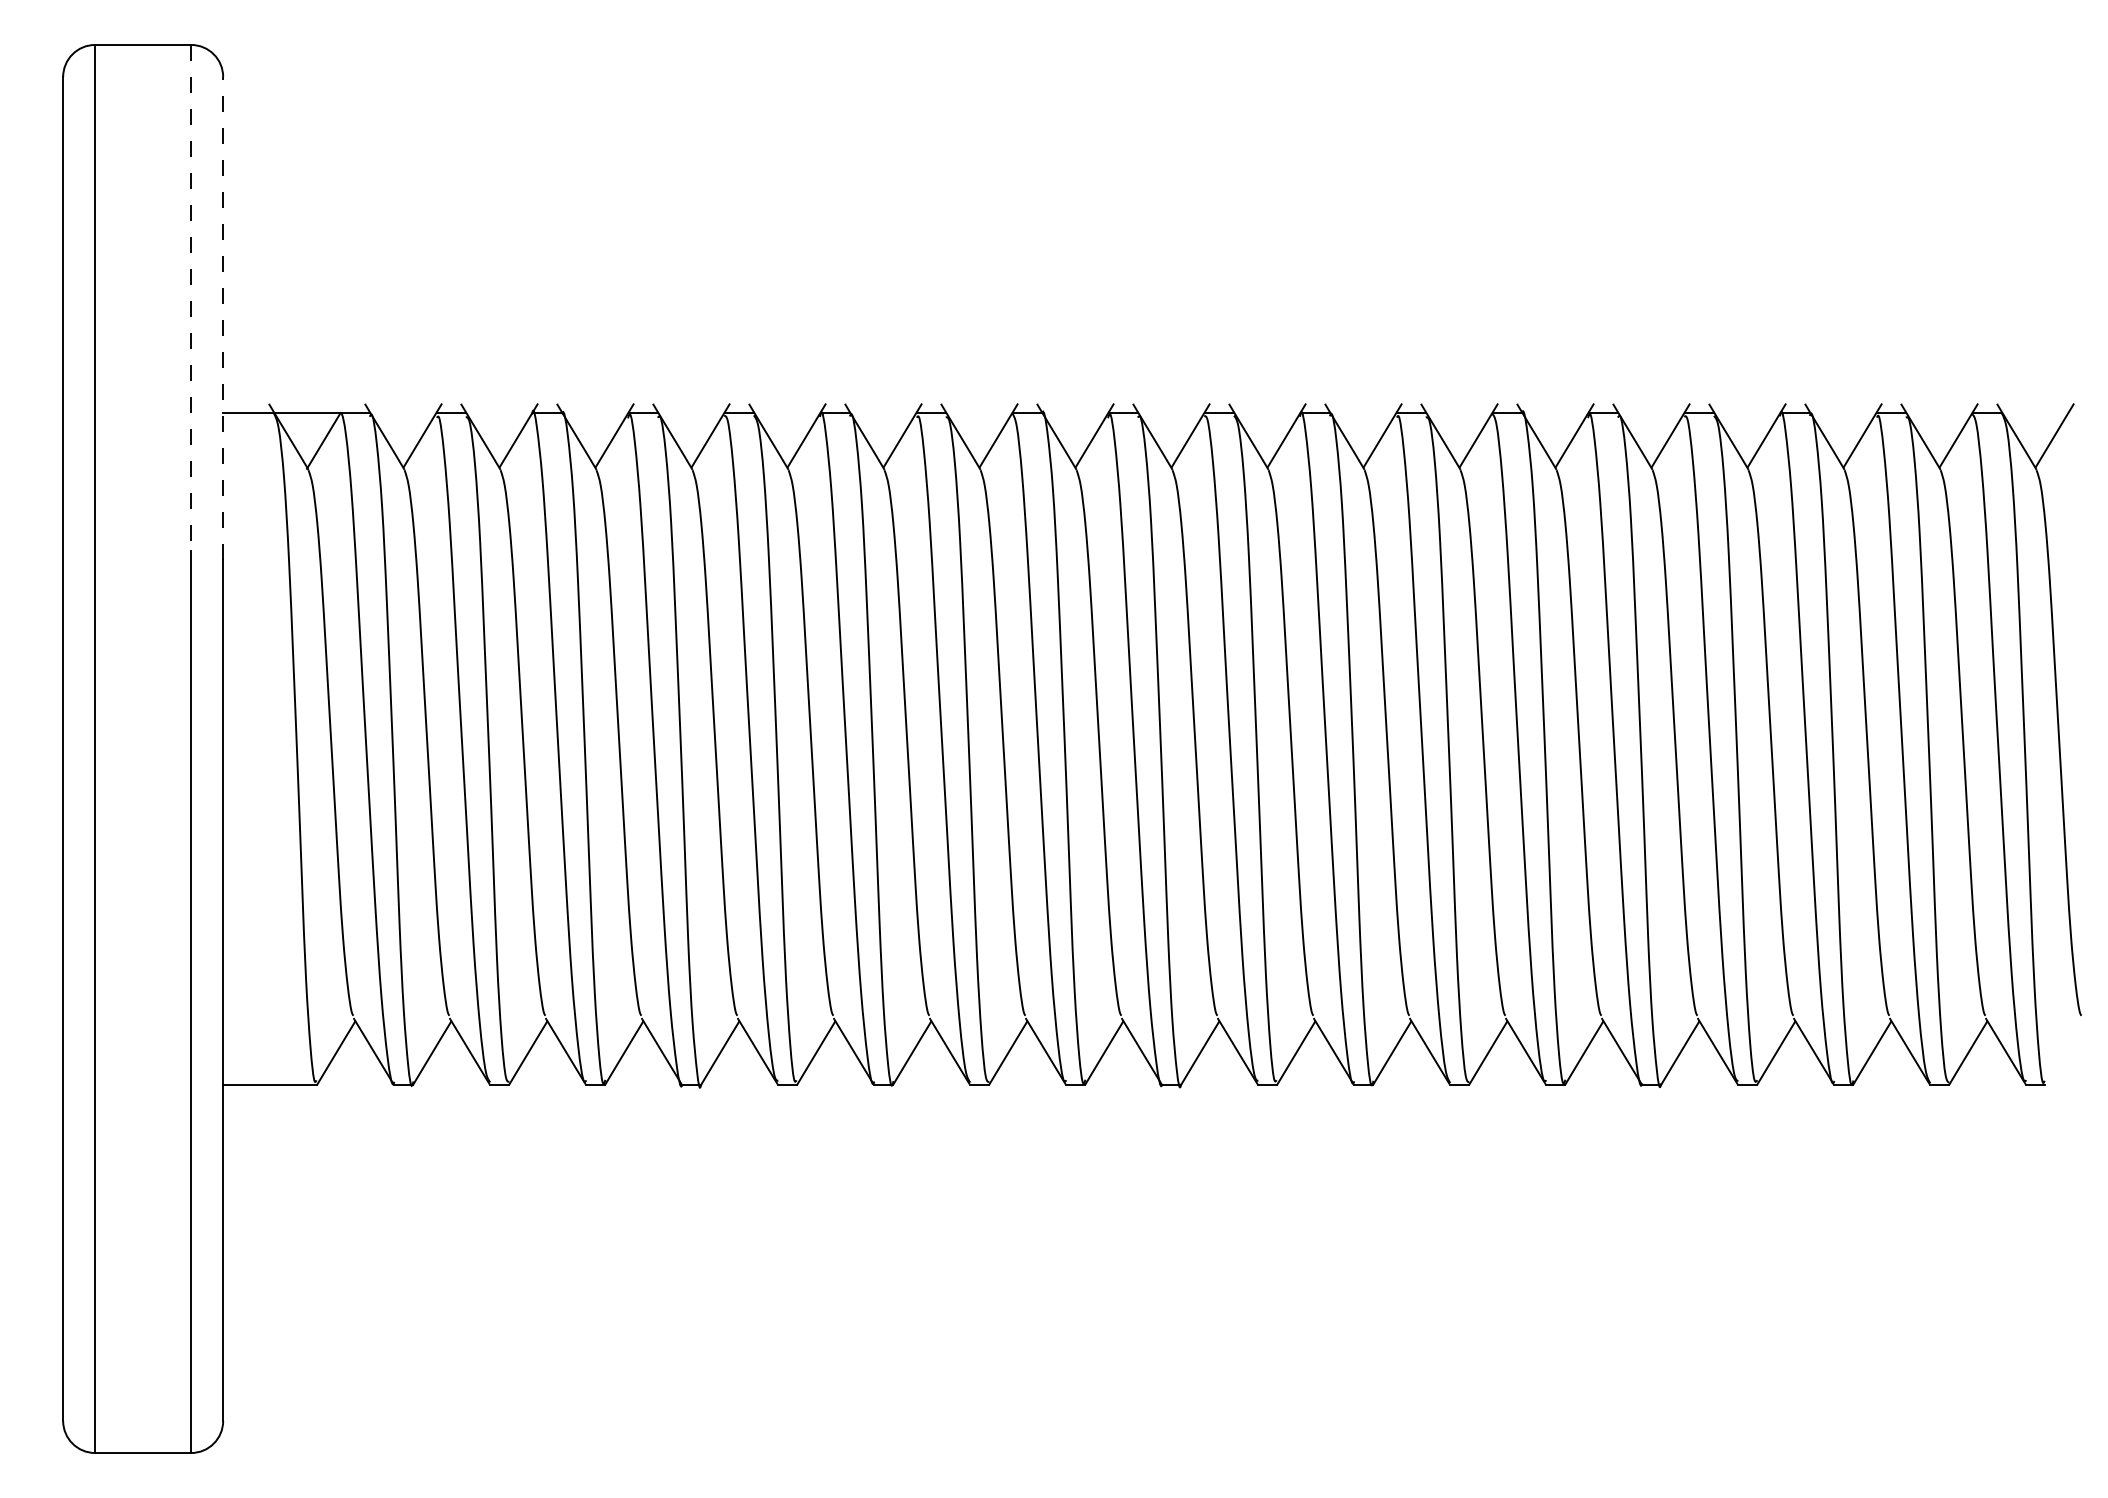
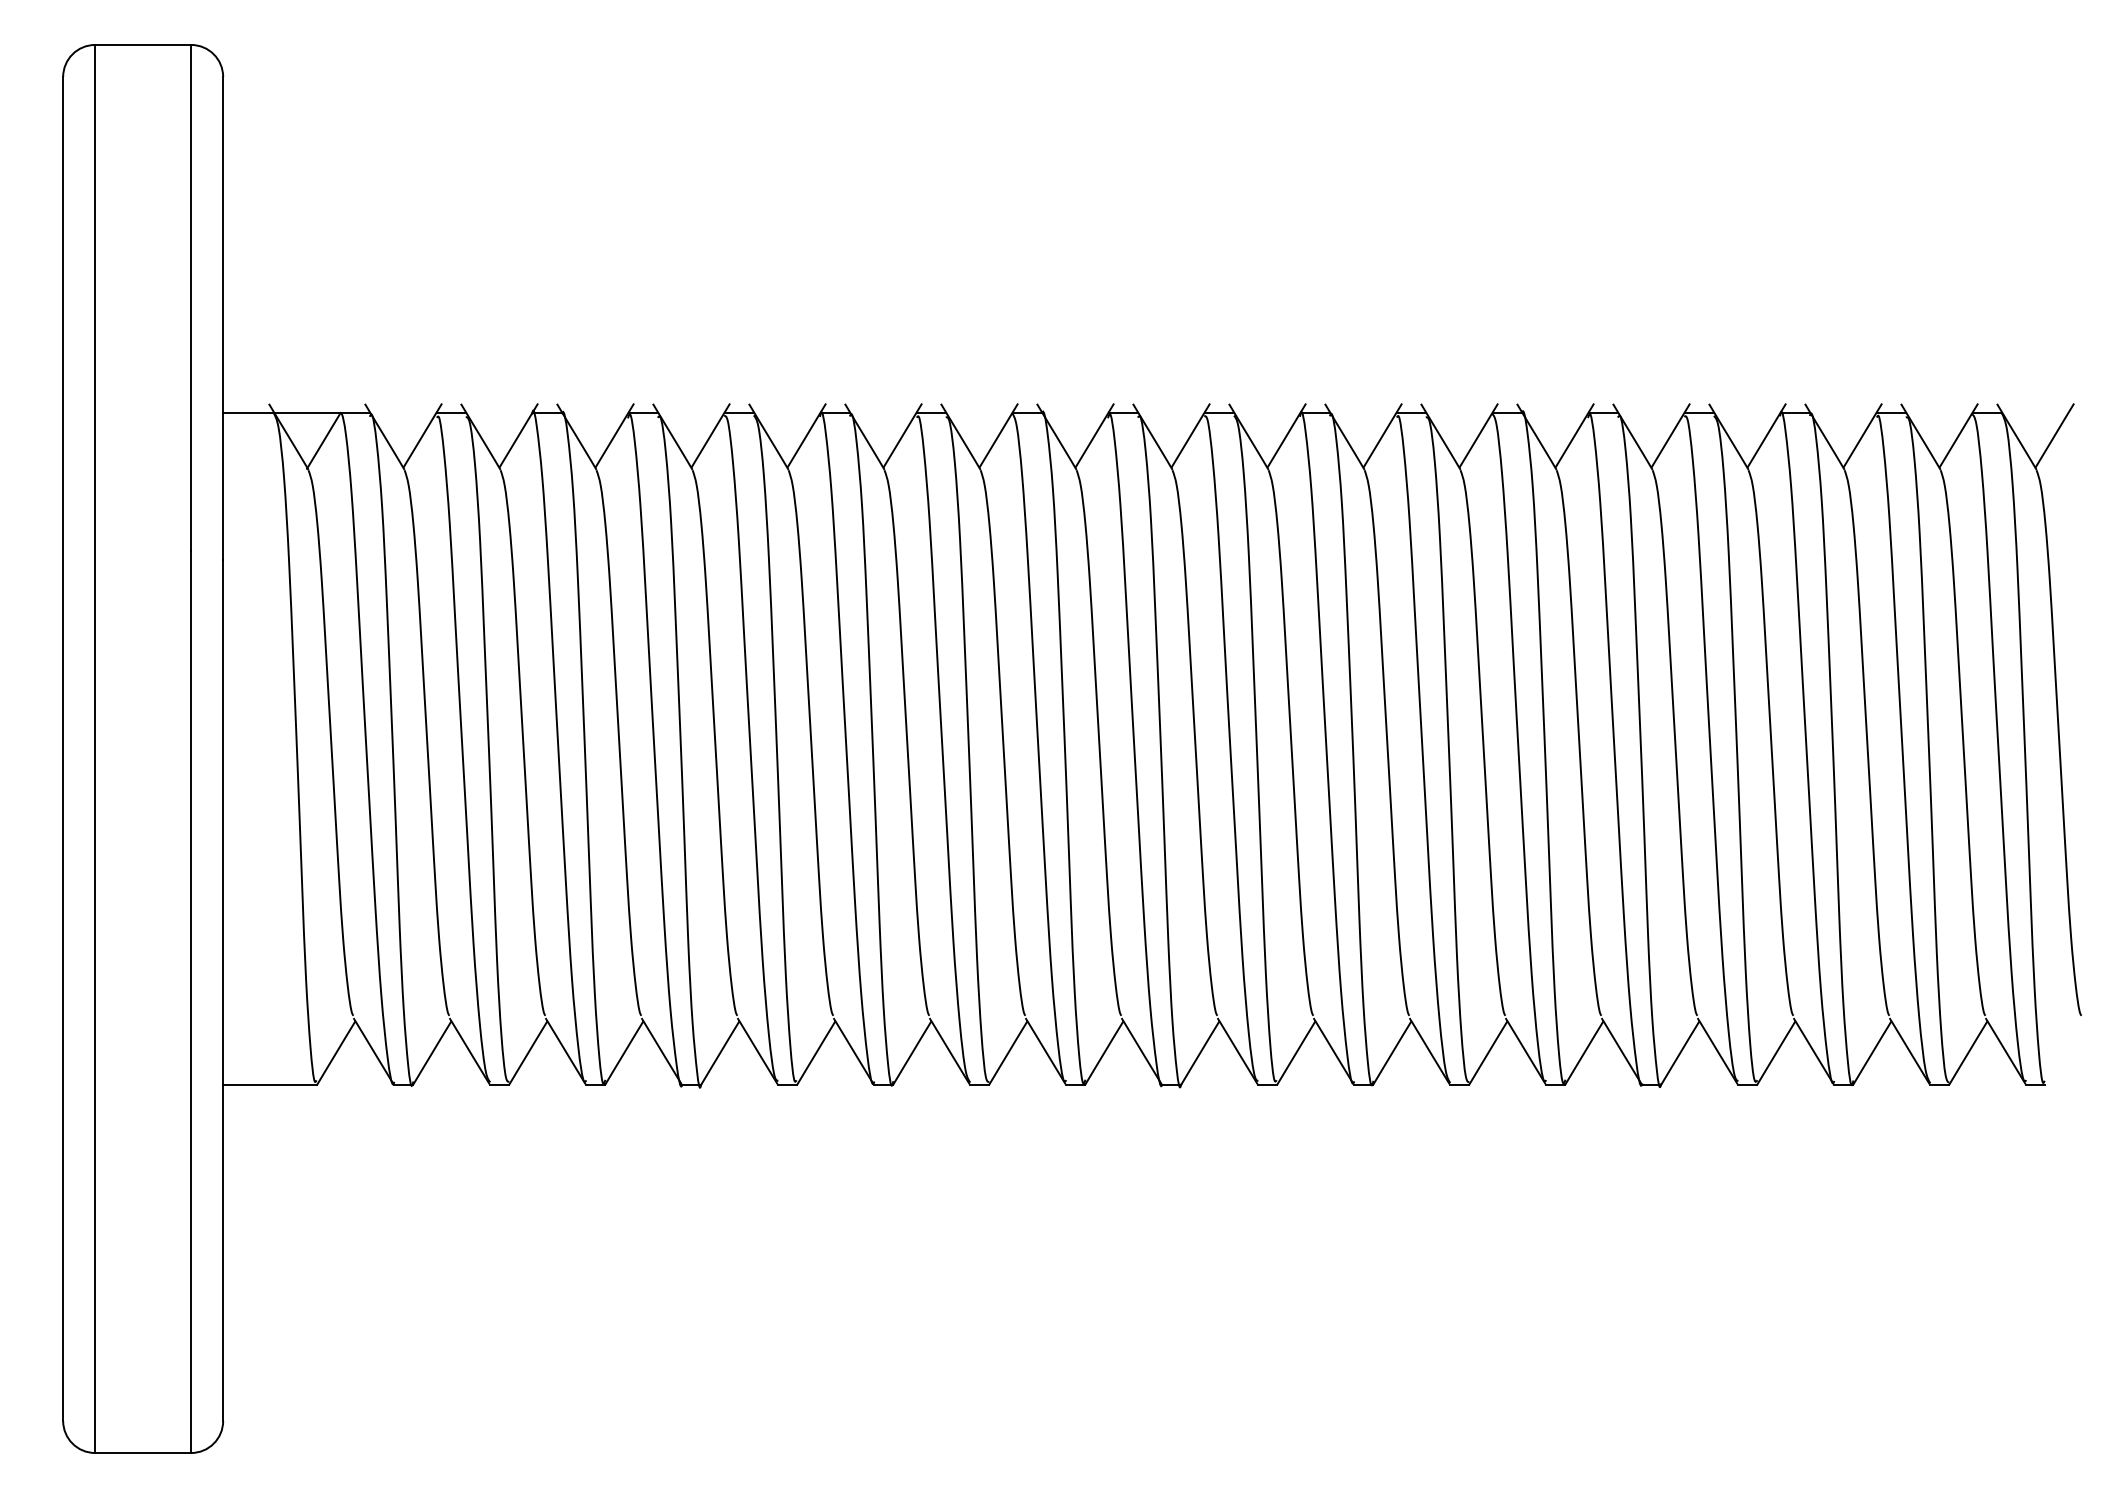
line at (191, 297): dashed -> solid
line at (223, 317): dashed -> solid
